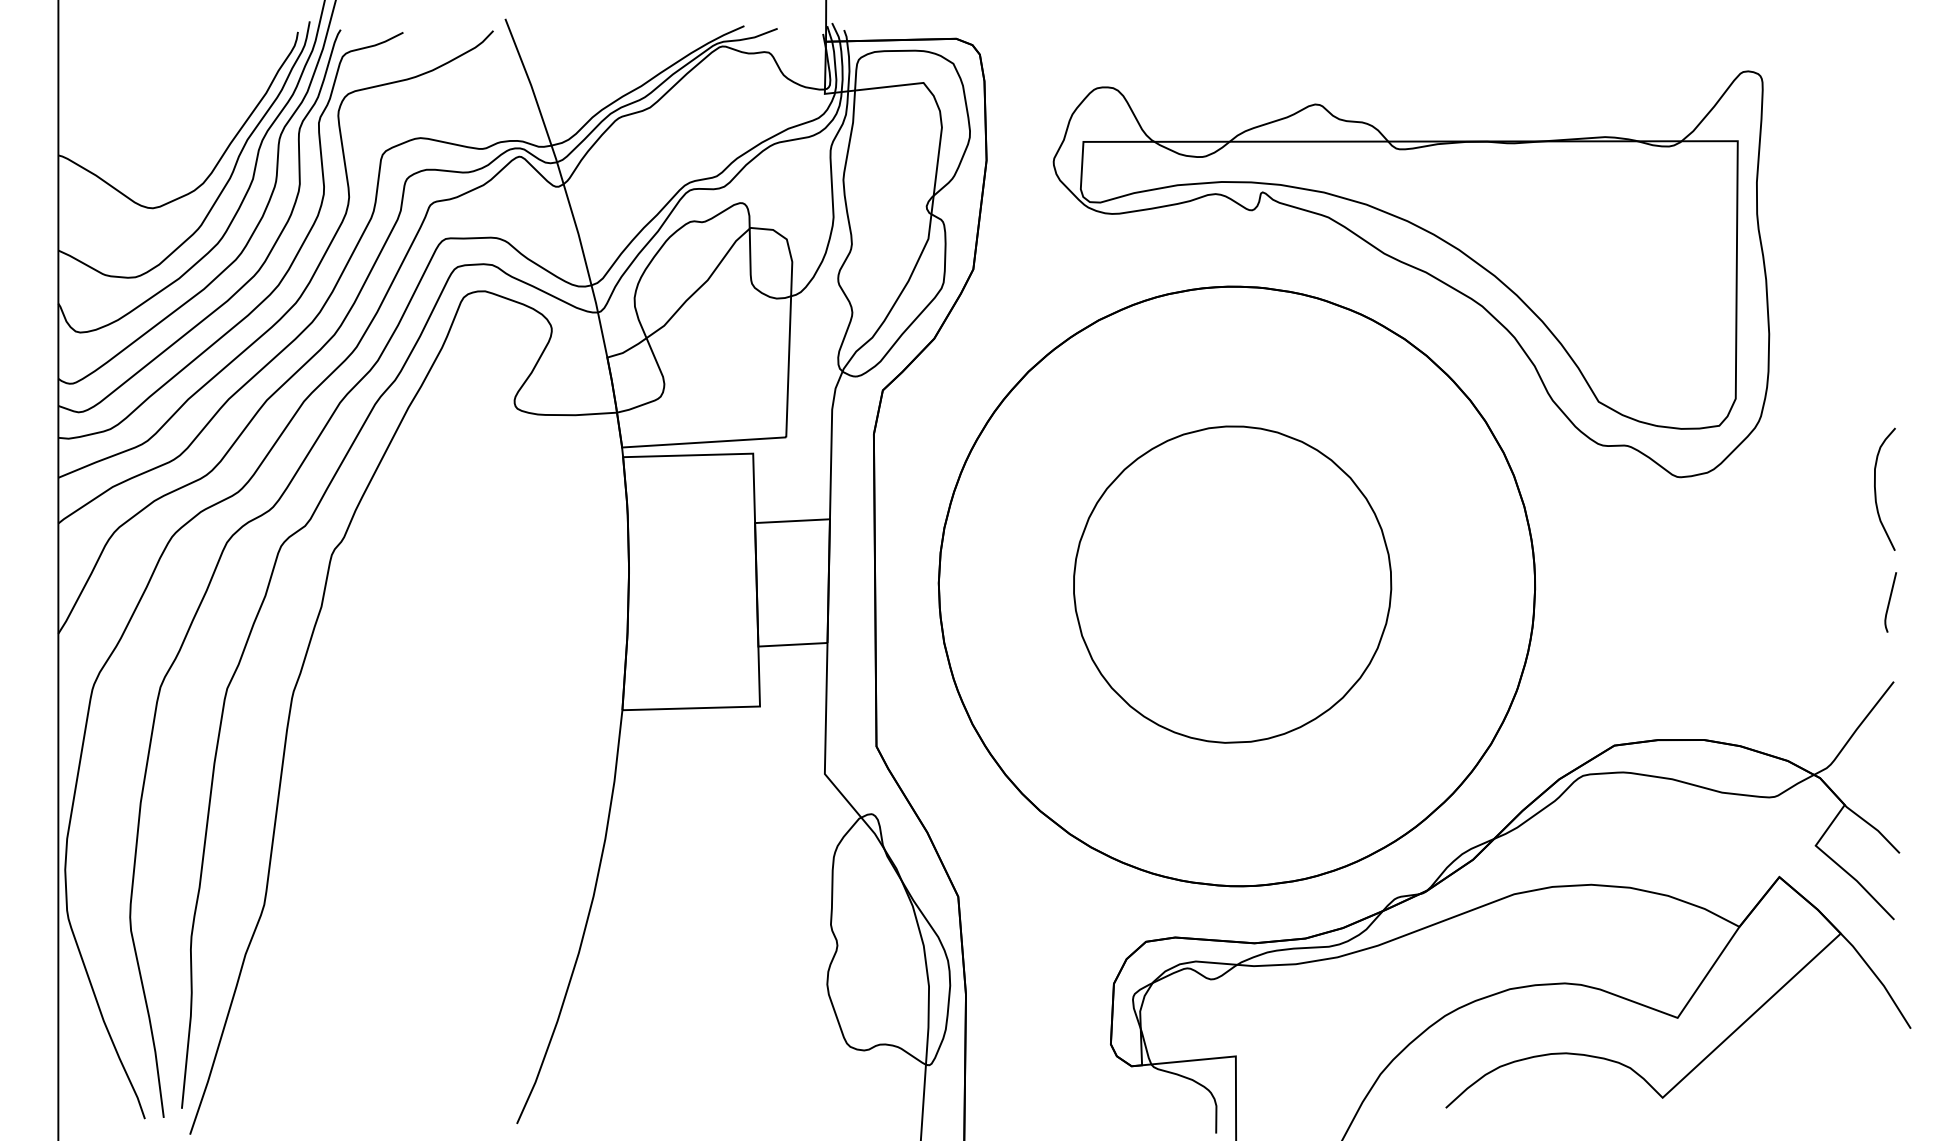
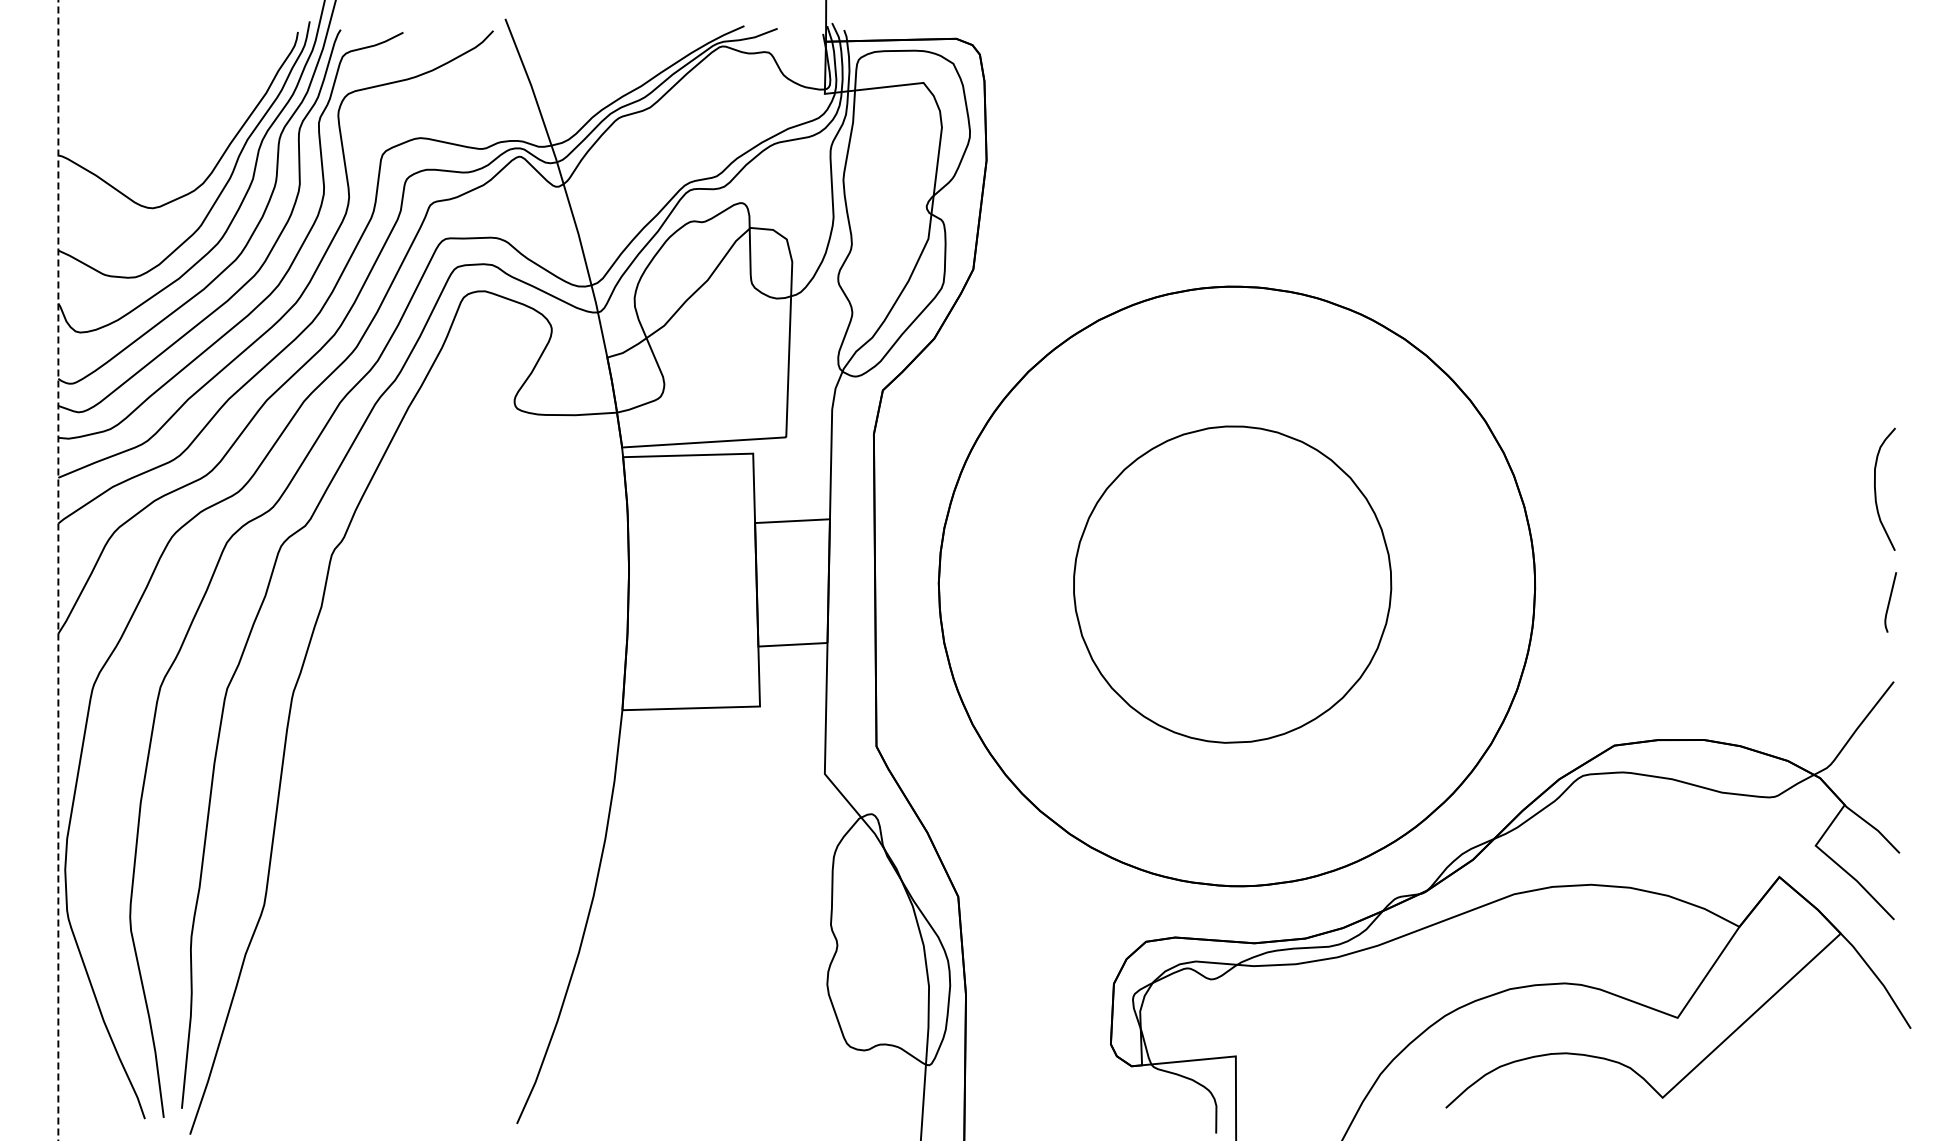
part at (1413, 268): present -> none
line at (58, 569): solid -> dashed
